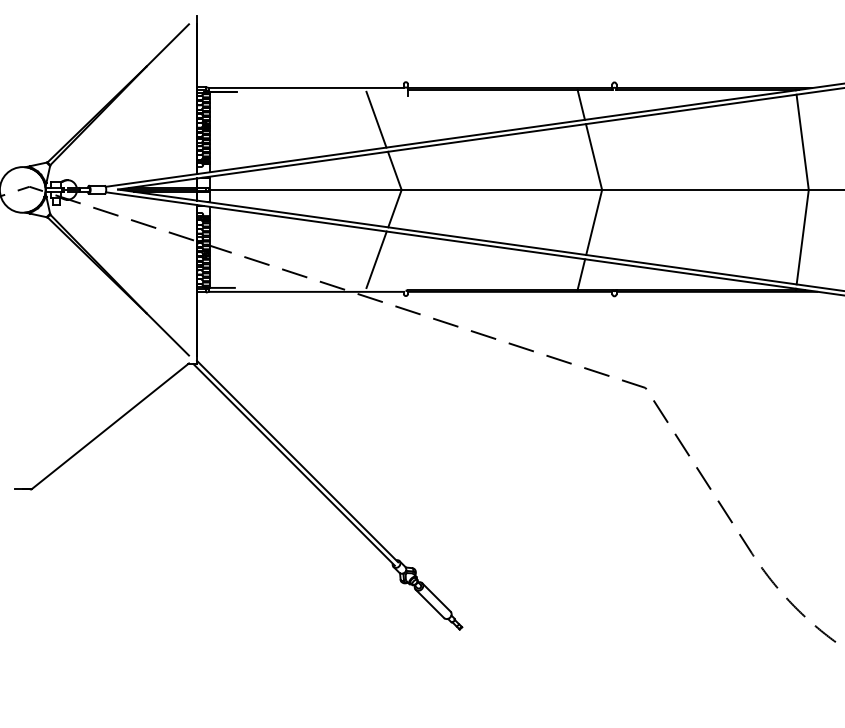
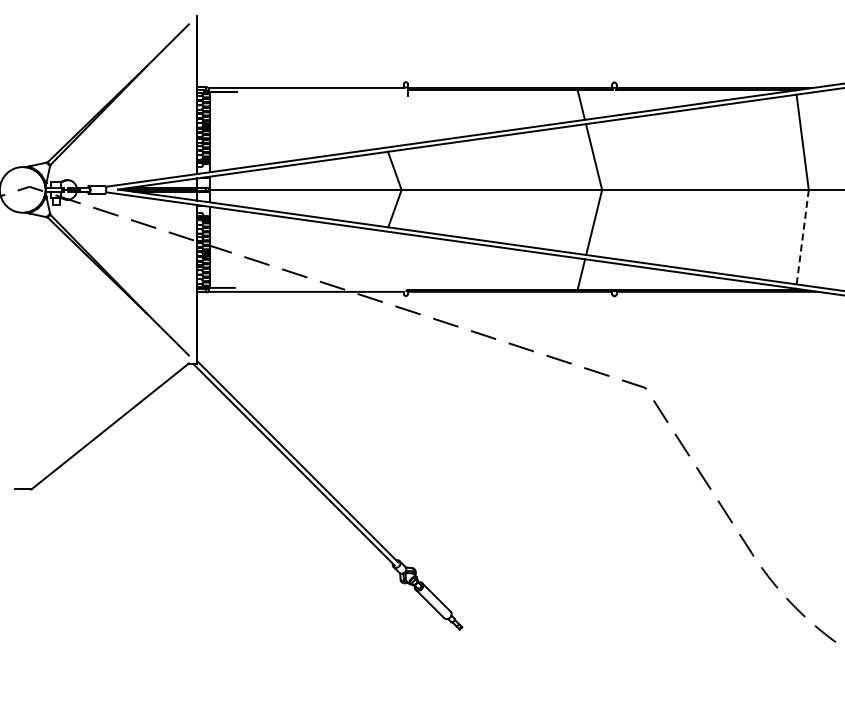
line at (376, 119): present -> none
line at (802, 237): solid -> dashed
line at (376, 259): present -> none
